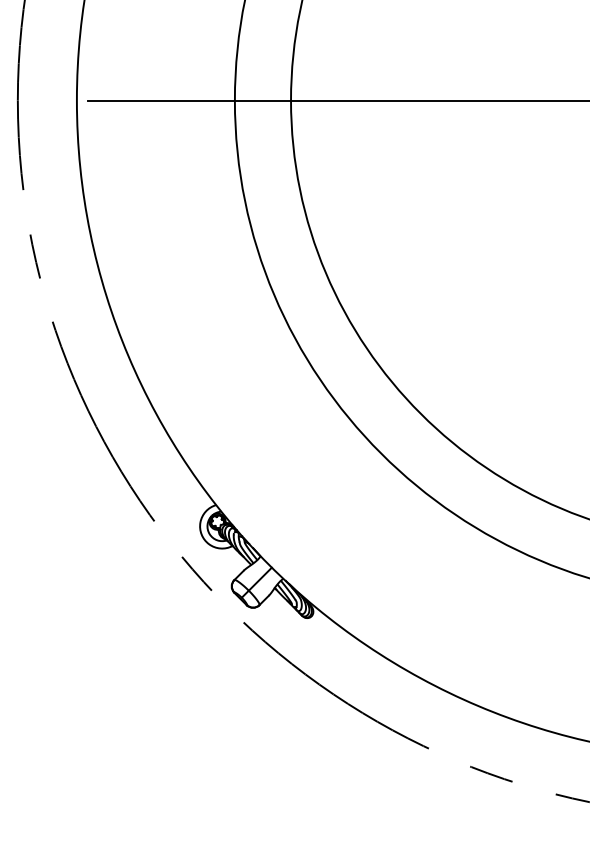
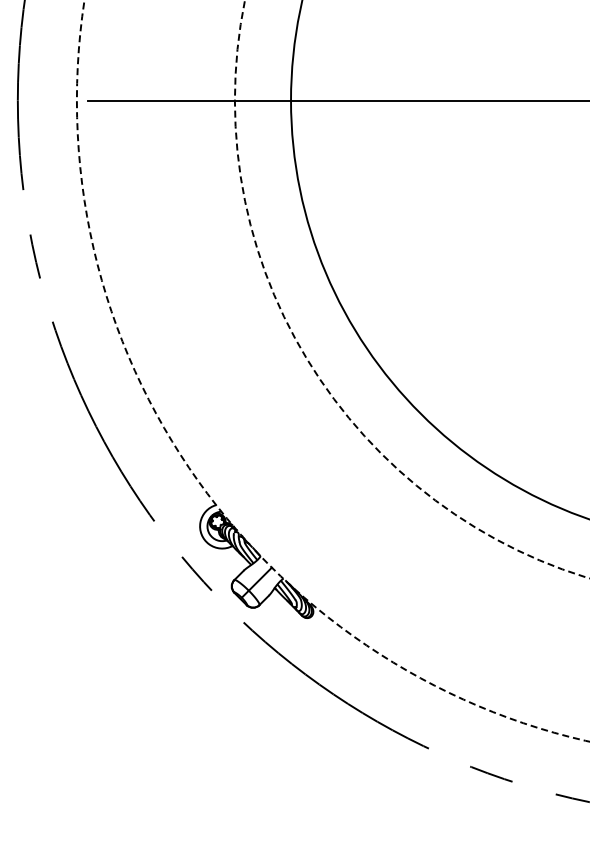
circle at (411, 289): solid -> dashed
circle at (332, 370): solid -> dashed
